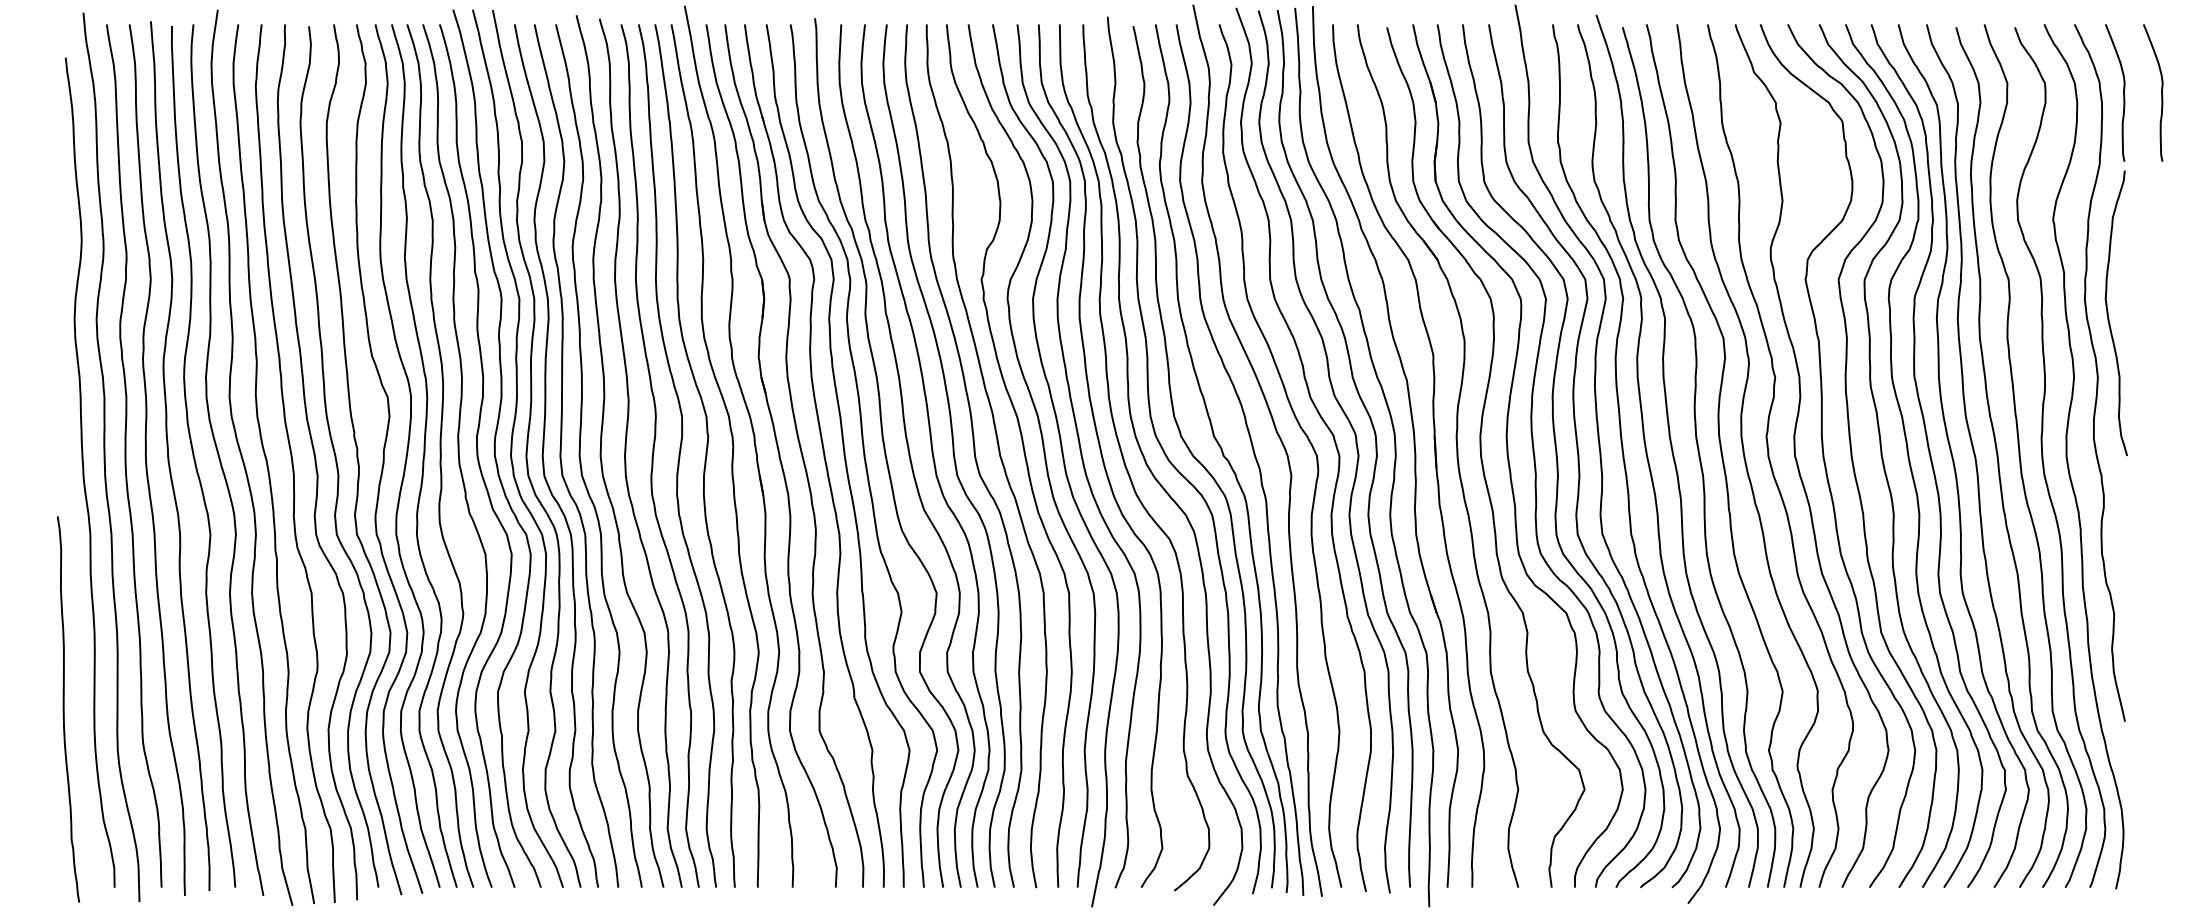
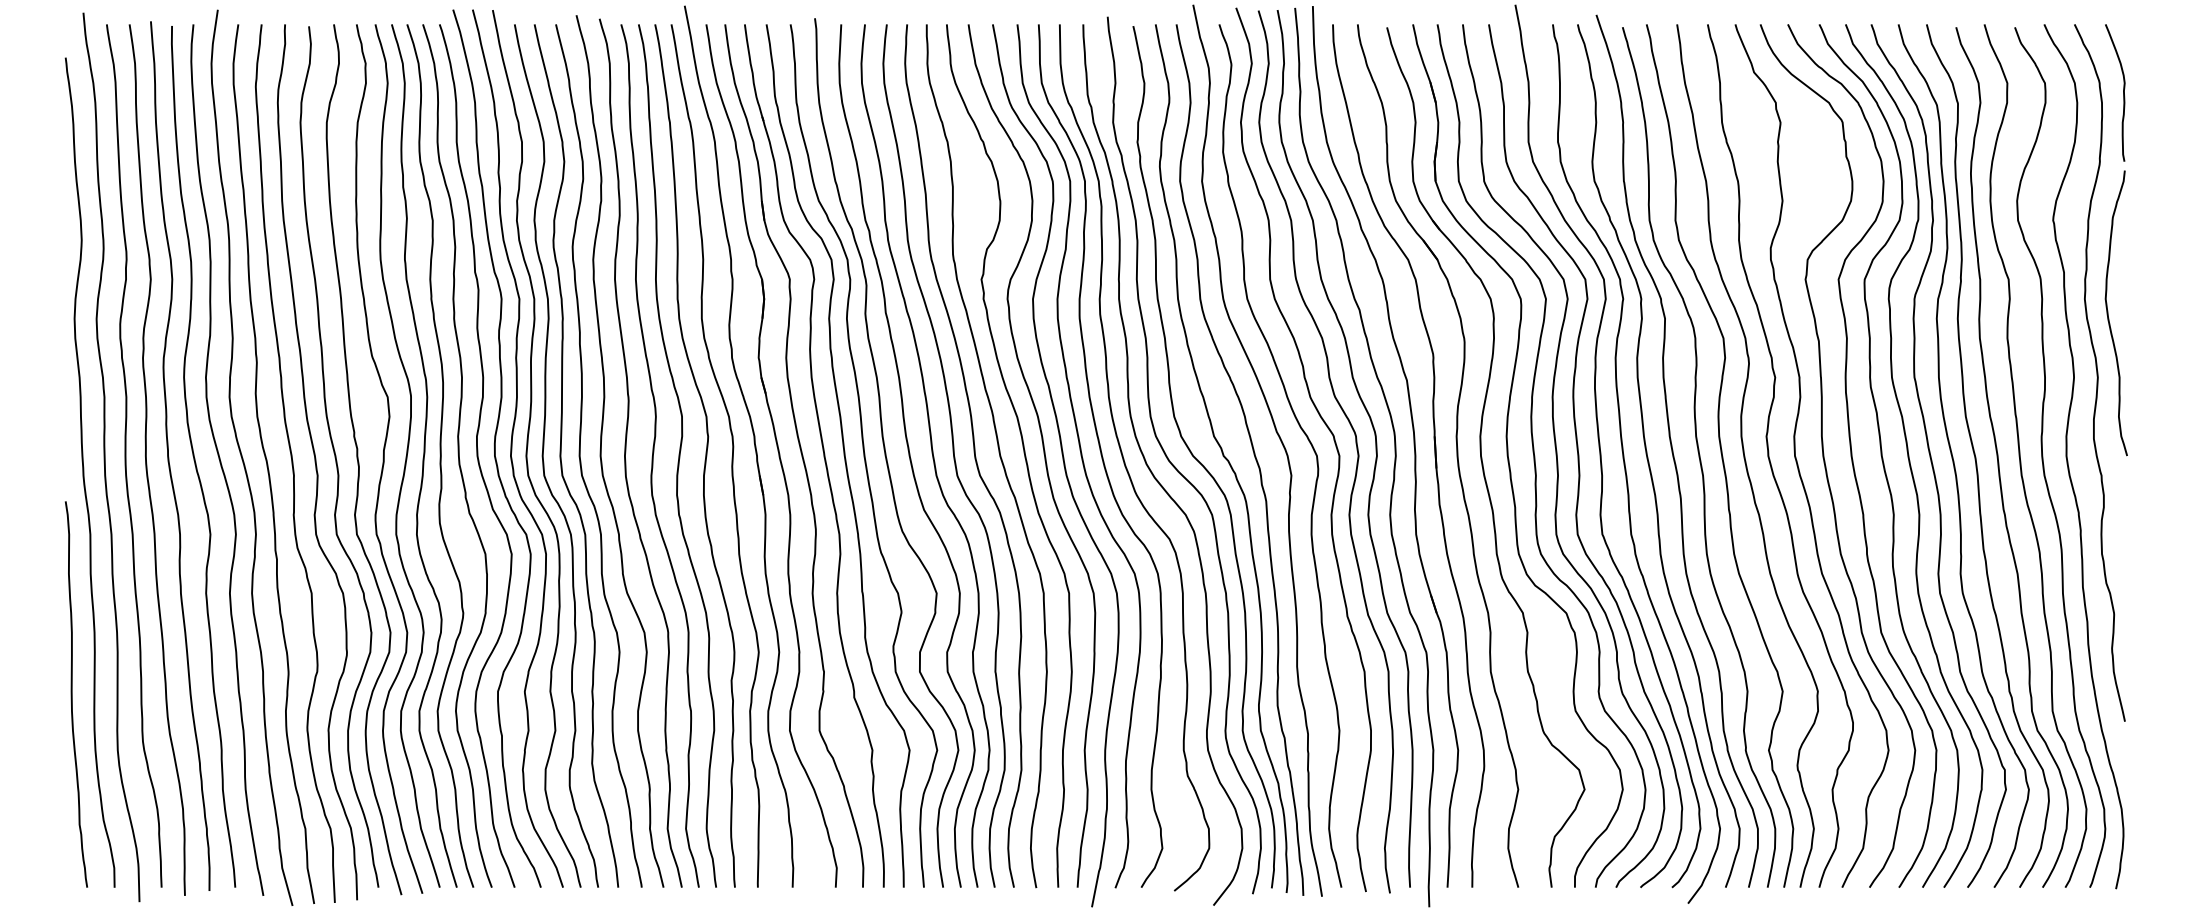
curve at (2161, 92): present -> none
curve at (64, 709) position: (64, 709) -> (72, 694)
